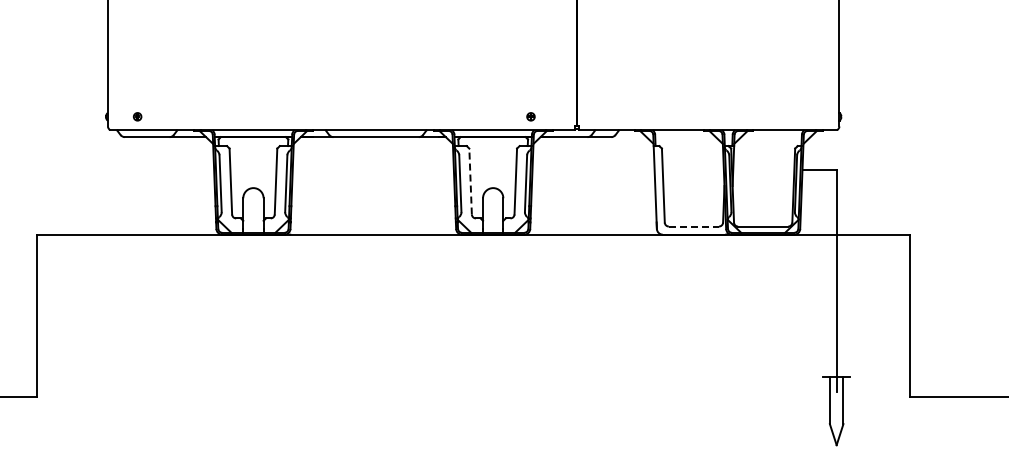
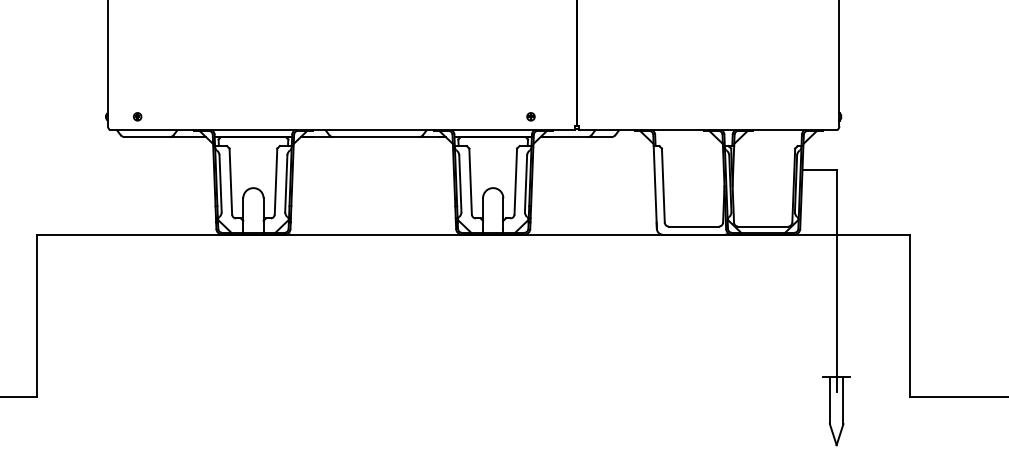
line at (470, 181): dashed -> solid
line at (694, 226): dashed -> solid
